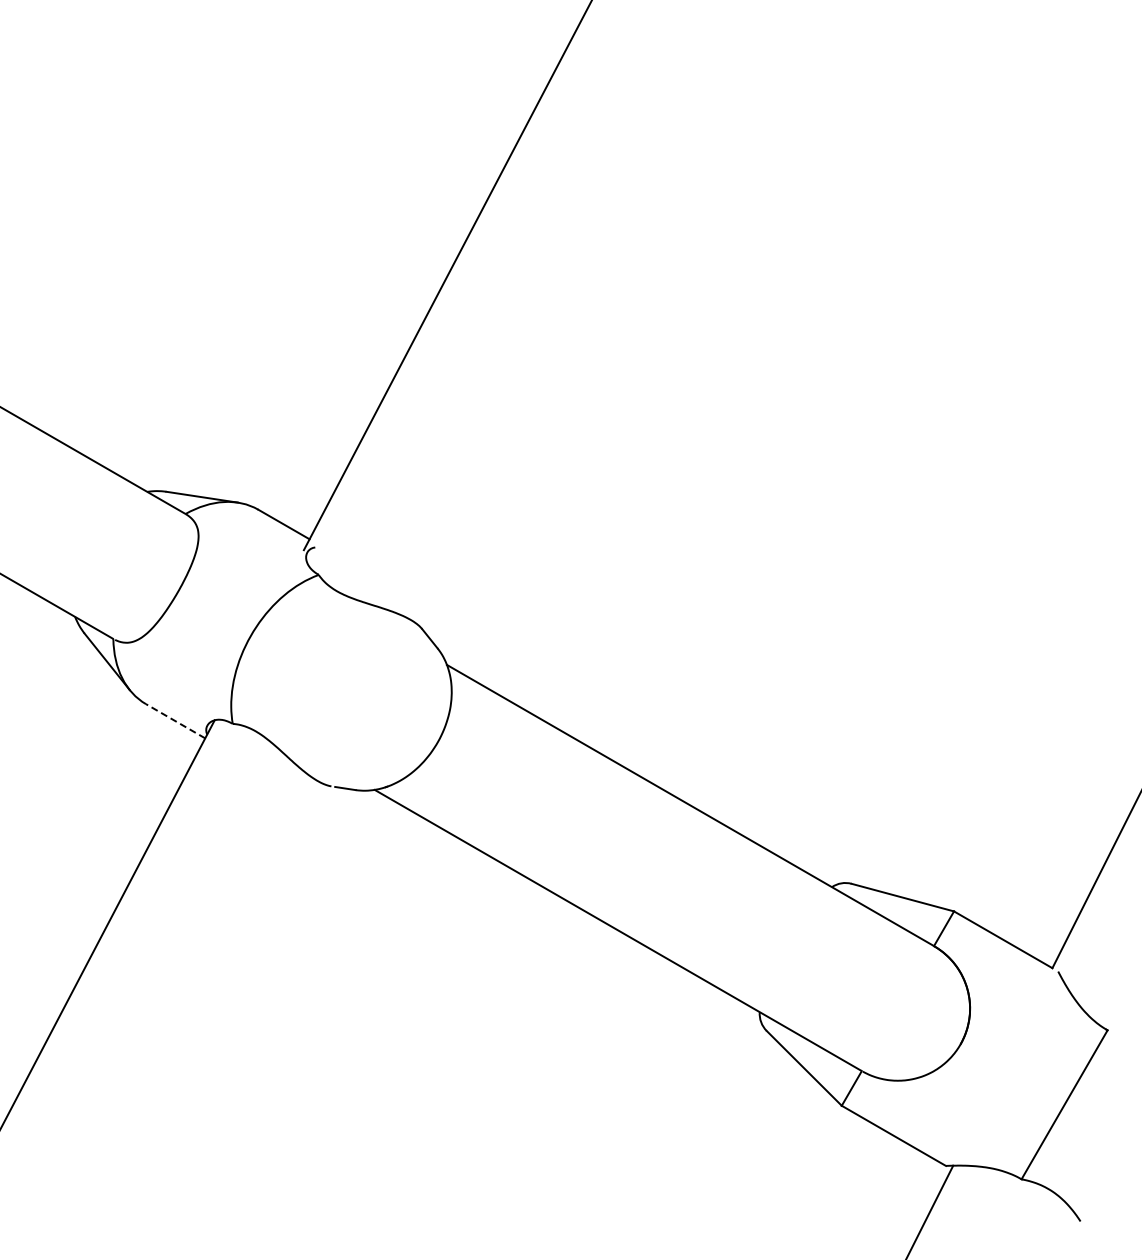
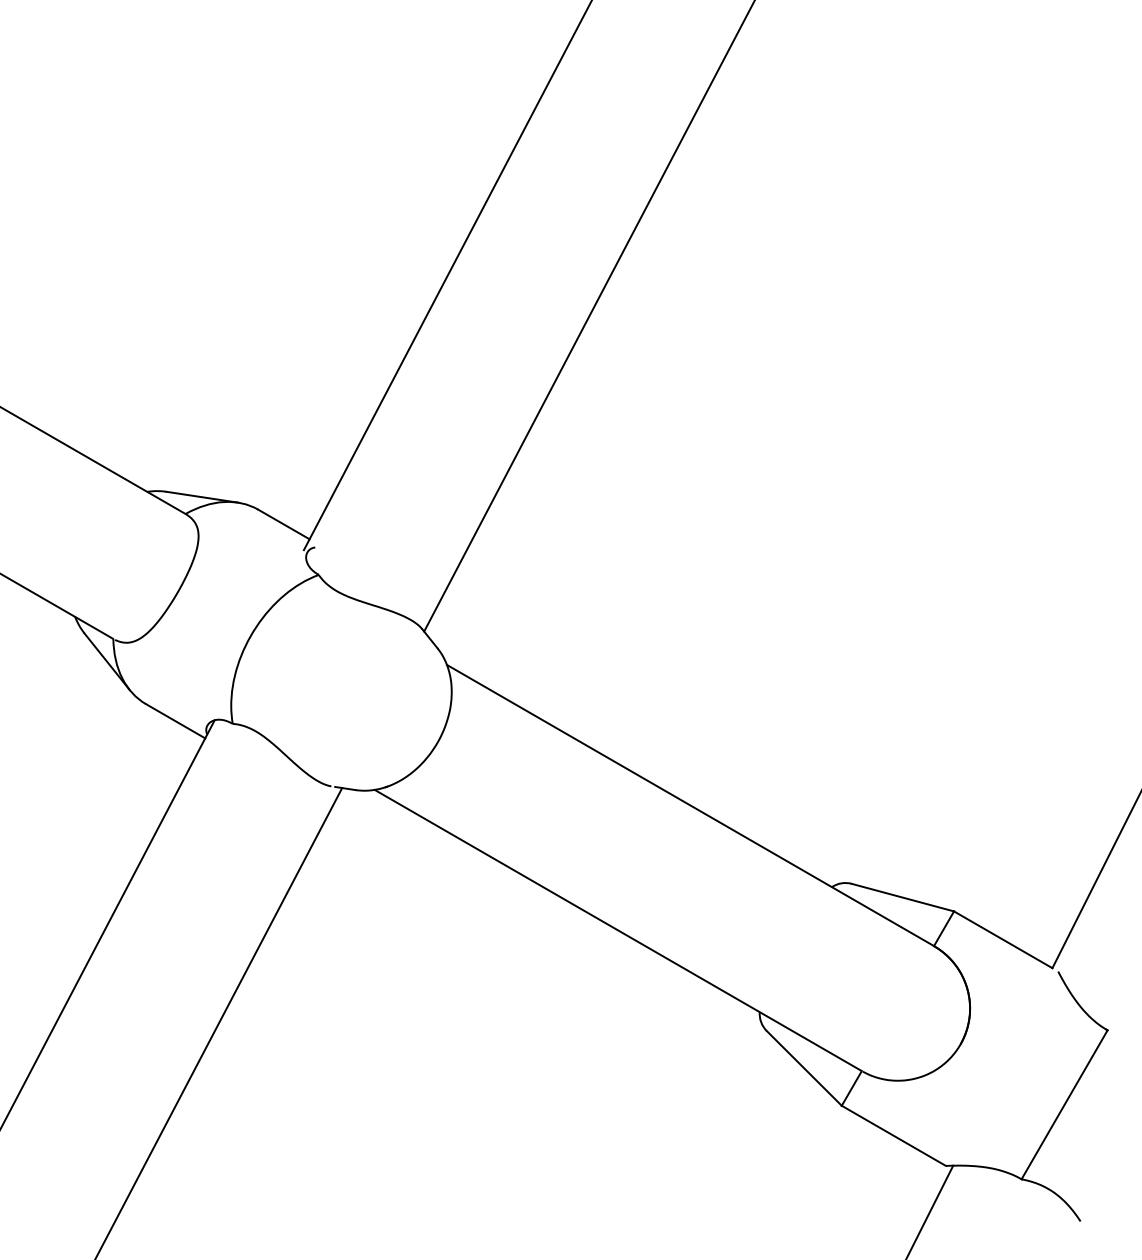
line at (588, 316): none -> present
line at (175, 721): dashed -> solid
line at (219, 1022): none -> present
